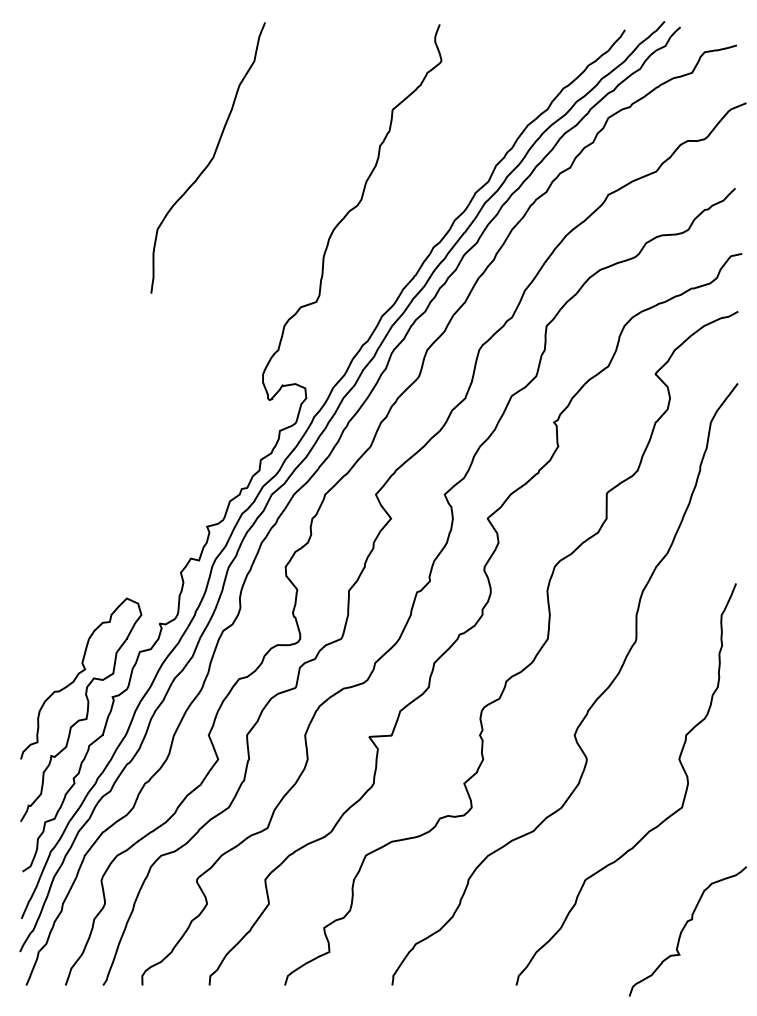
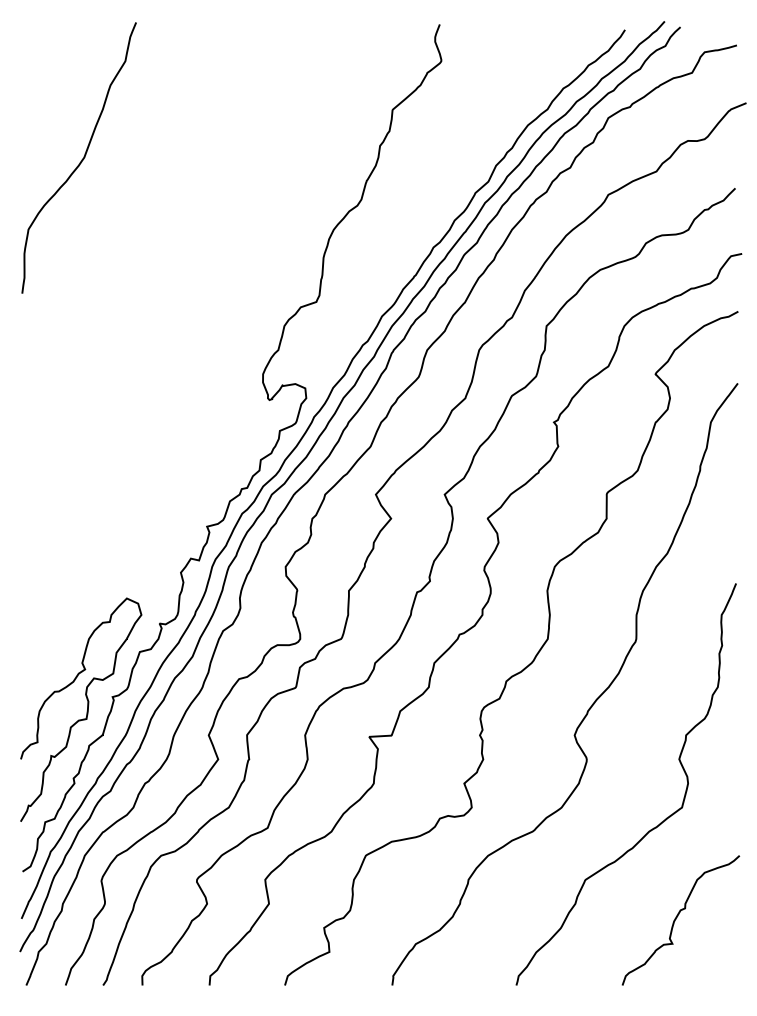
curve at (210, 159) position: (210, 159) -> (81, 159)
curve at (683, 930) position: (683, 930) -> (676, 919)
